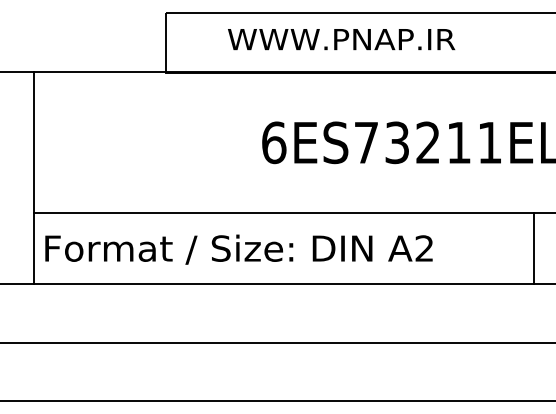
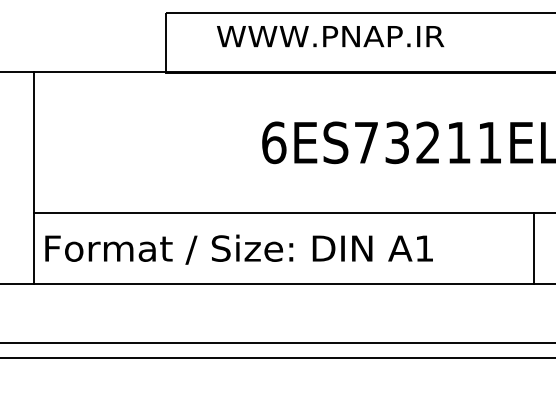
text at (341, 39) position: (341, 39) -> (330, 36)
text at (423, 248): A2 -> A1
line at (277, 401) position: (277, 401) -> (277, 358)
